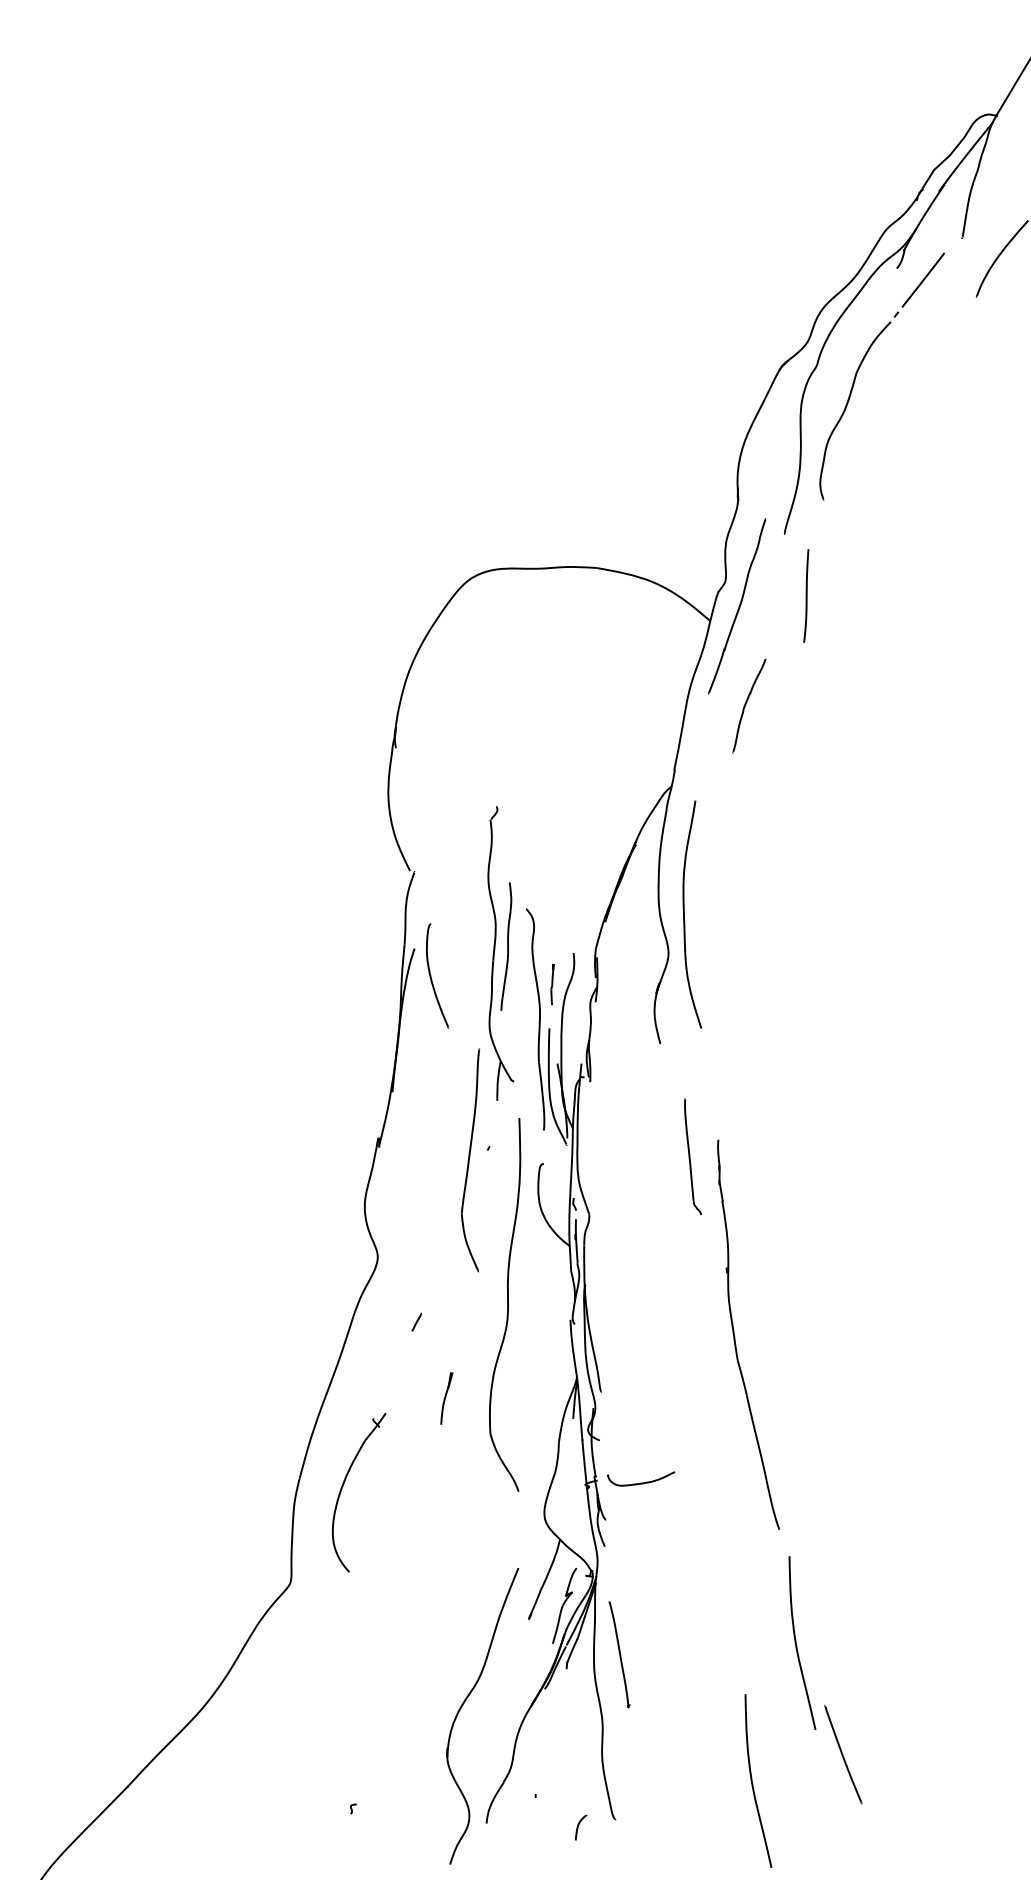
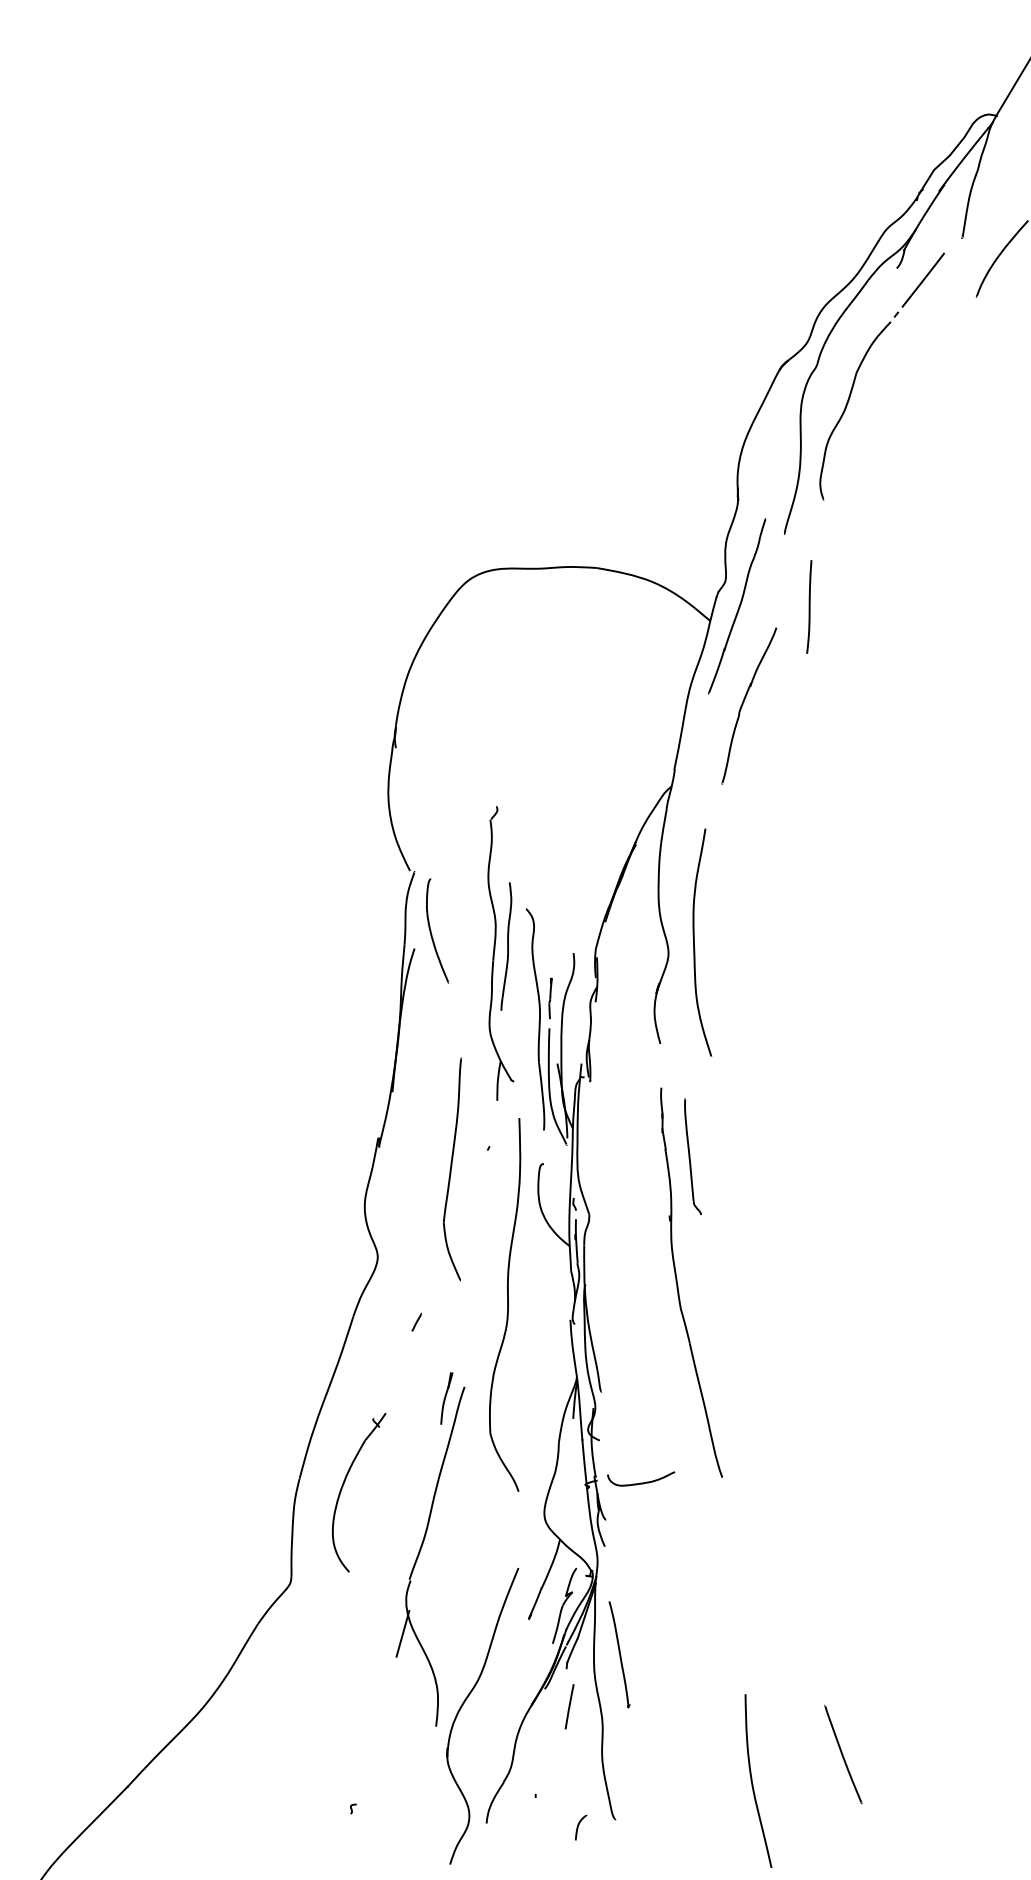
line at (806, 595) position: (806, 595) -> (809, 606)
part at (749, 706) size: 35x95 px -> 57x158 px
curve at (684, 914) position: (684, 914) -> (694, 942)
curve at (431, 975) position: (431, 975) -> (431, 930)
line at (552, 984) position: (552, 984) -> (550, 998)
part at (470, 1160) position: (470, 1160) -> (452, 1169)
part at (735, 1337) position: (735, 1337) -> (678, 1285)
part at (420, 1552): none -> present
curve at (797, 1645): present -> none
line at (569, 1706): none -> present
